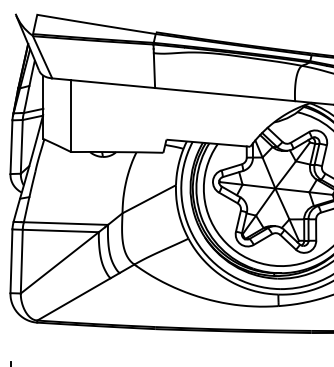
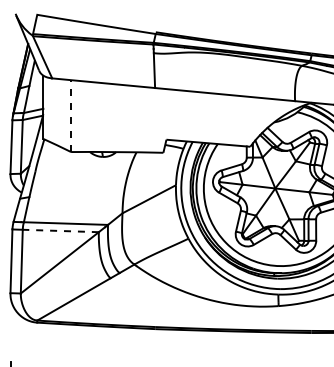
line at (71, 116): solid -> dashed
line at (60, 230): solid -> dashed
